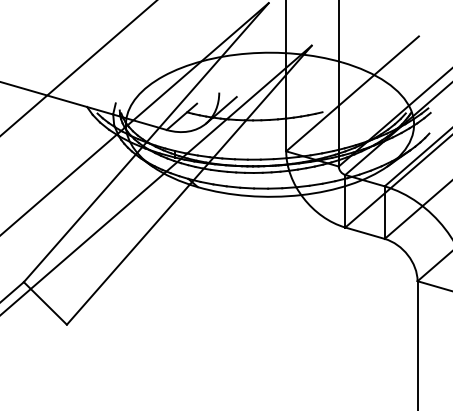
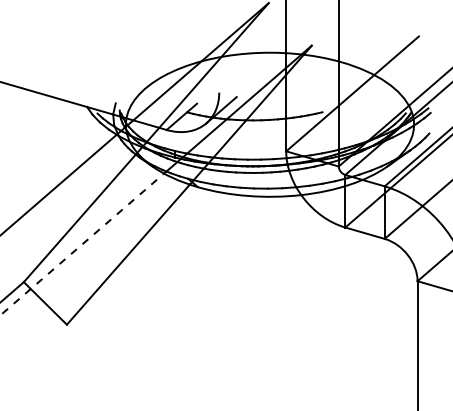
line at (78, 68): present -> none
line at (82, 244): solid -> dashed
